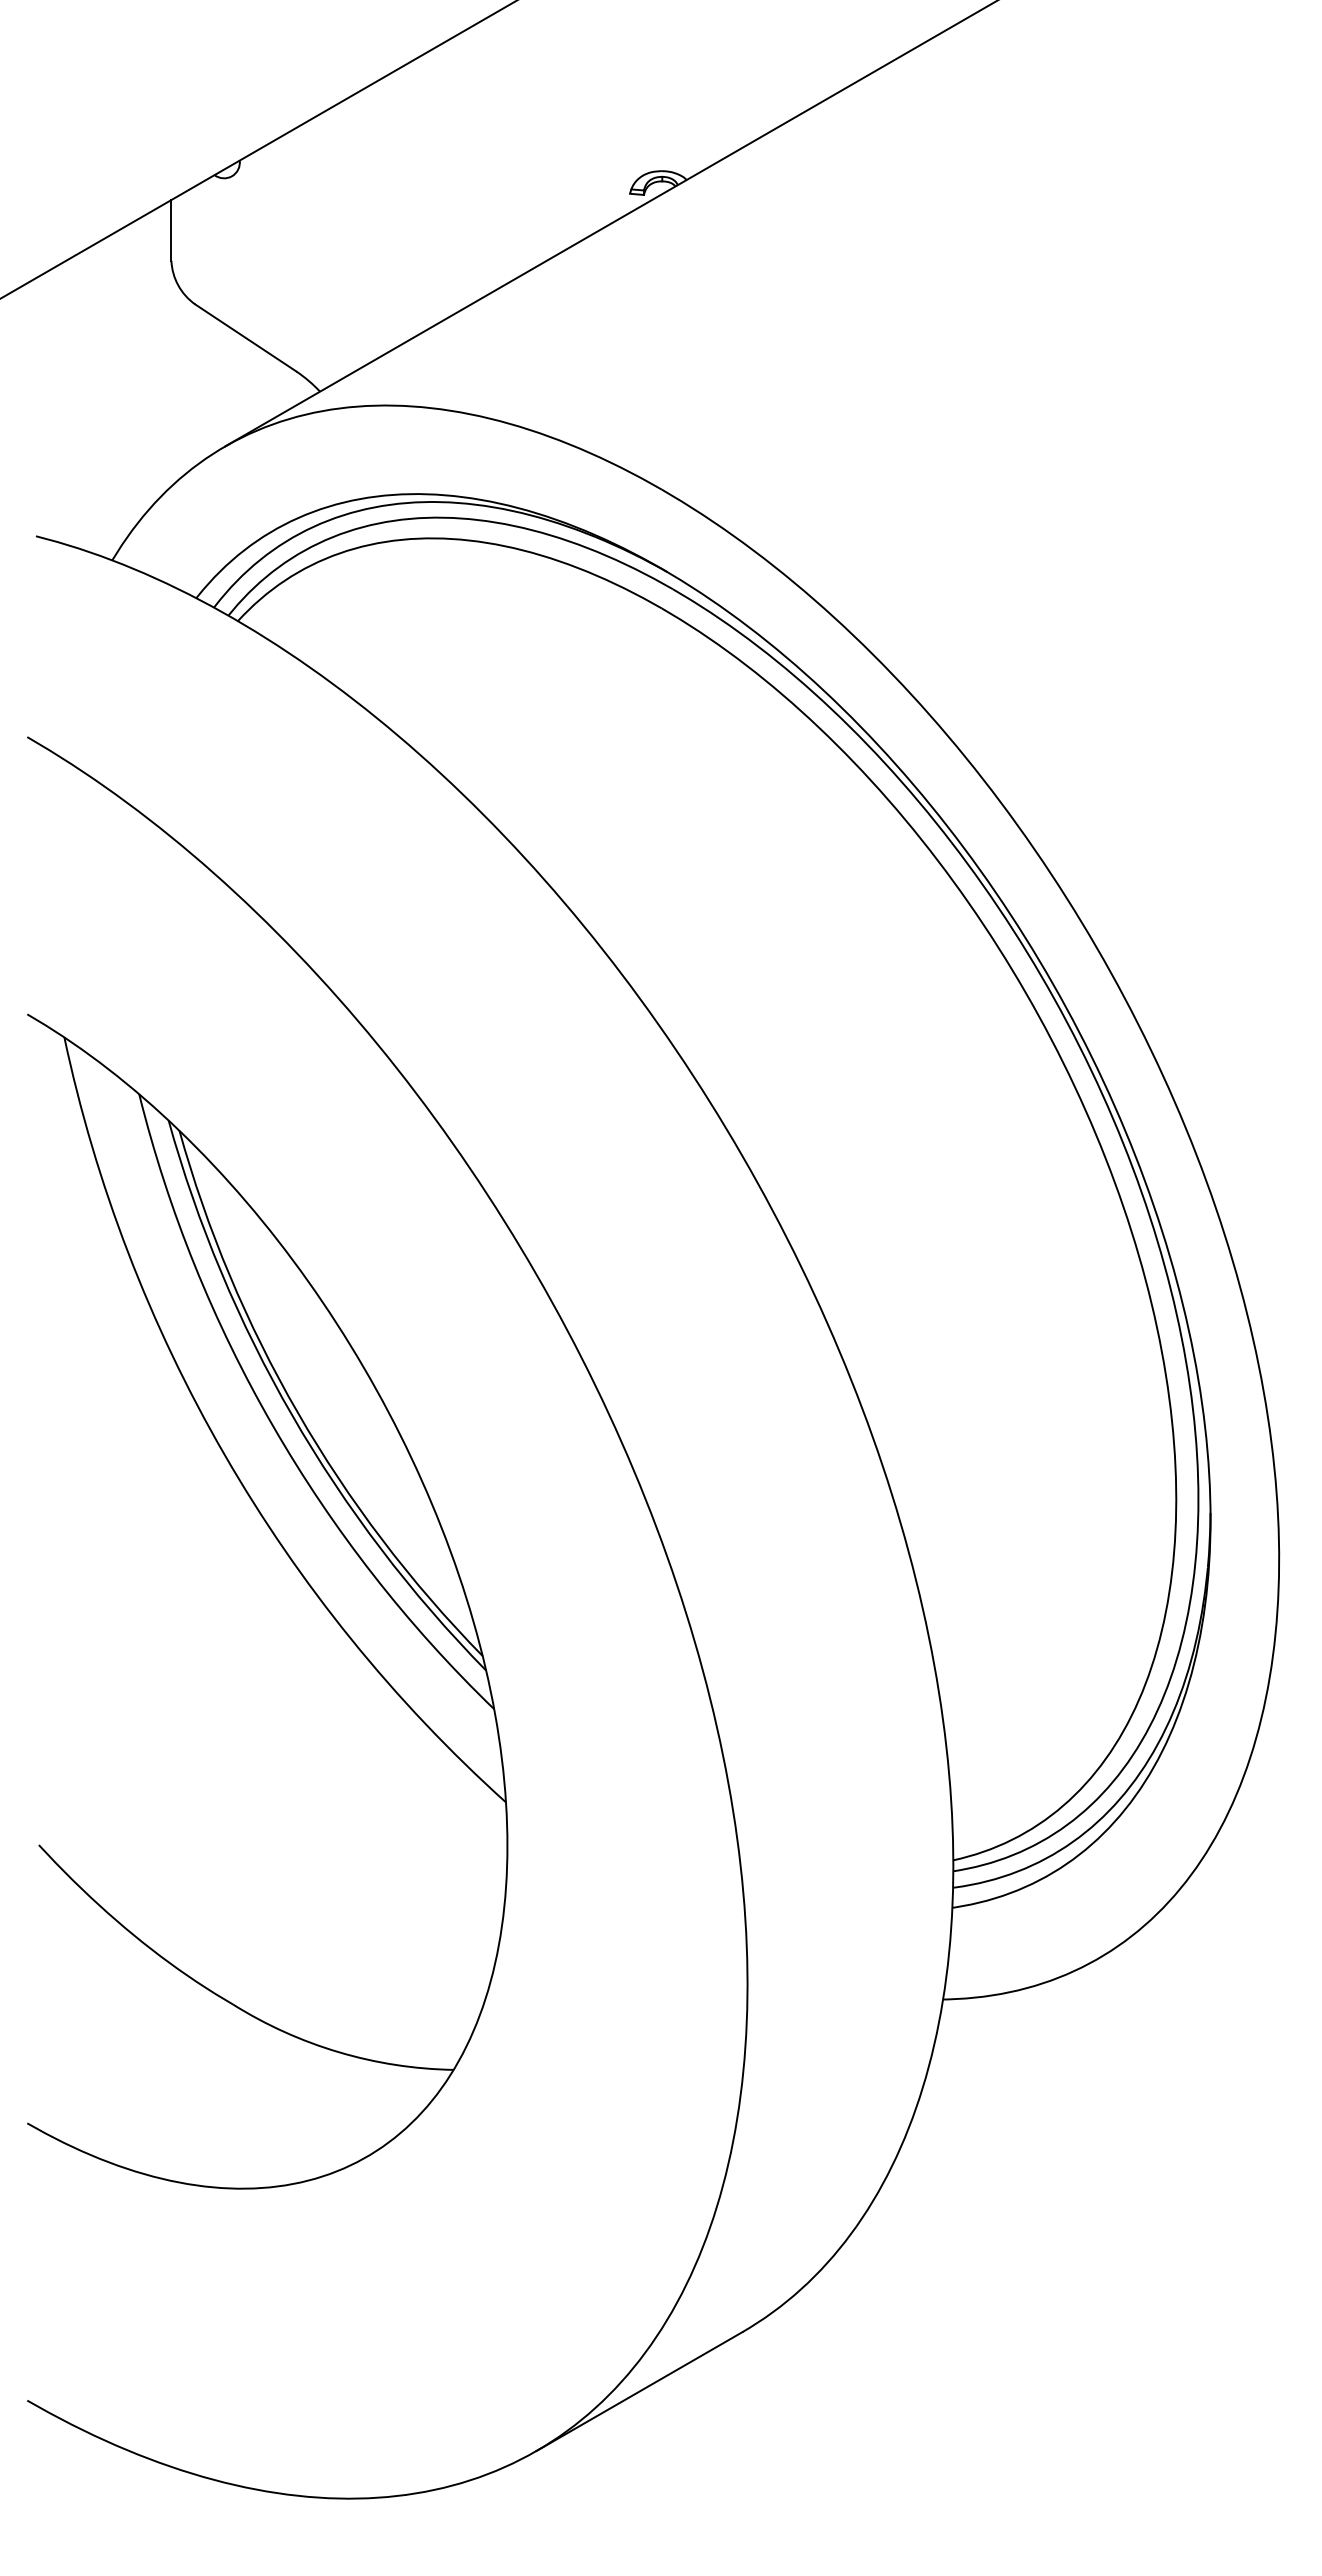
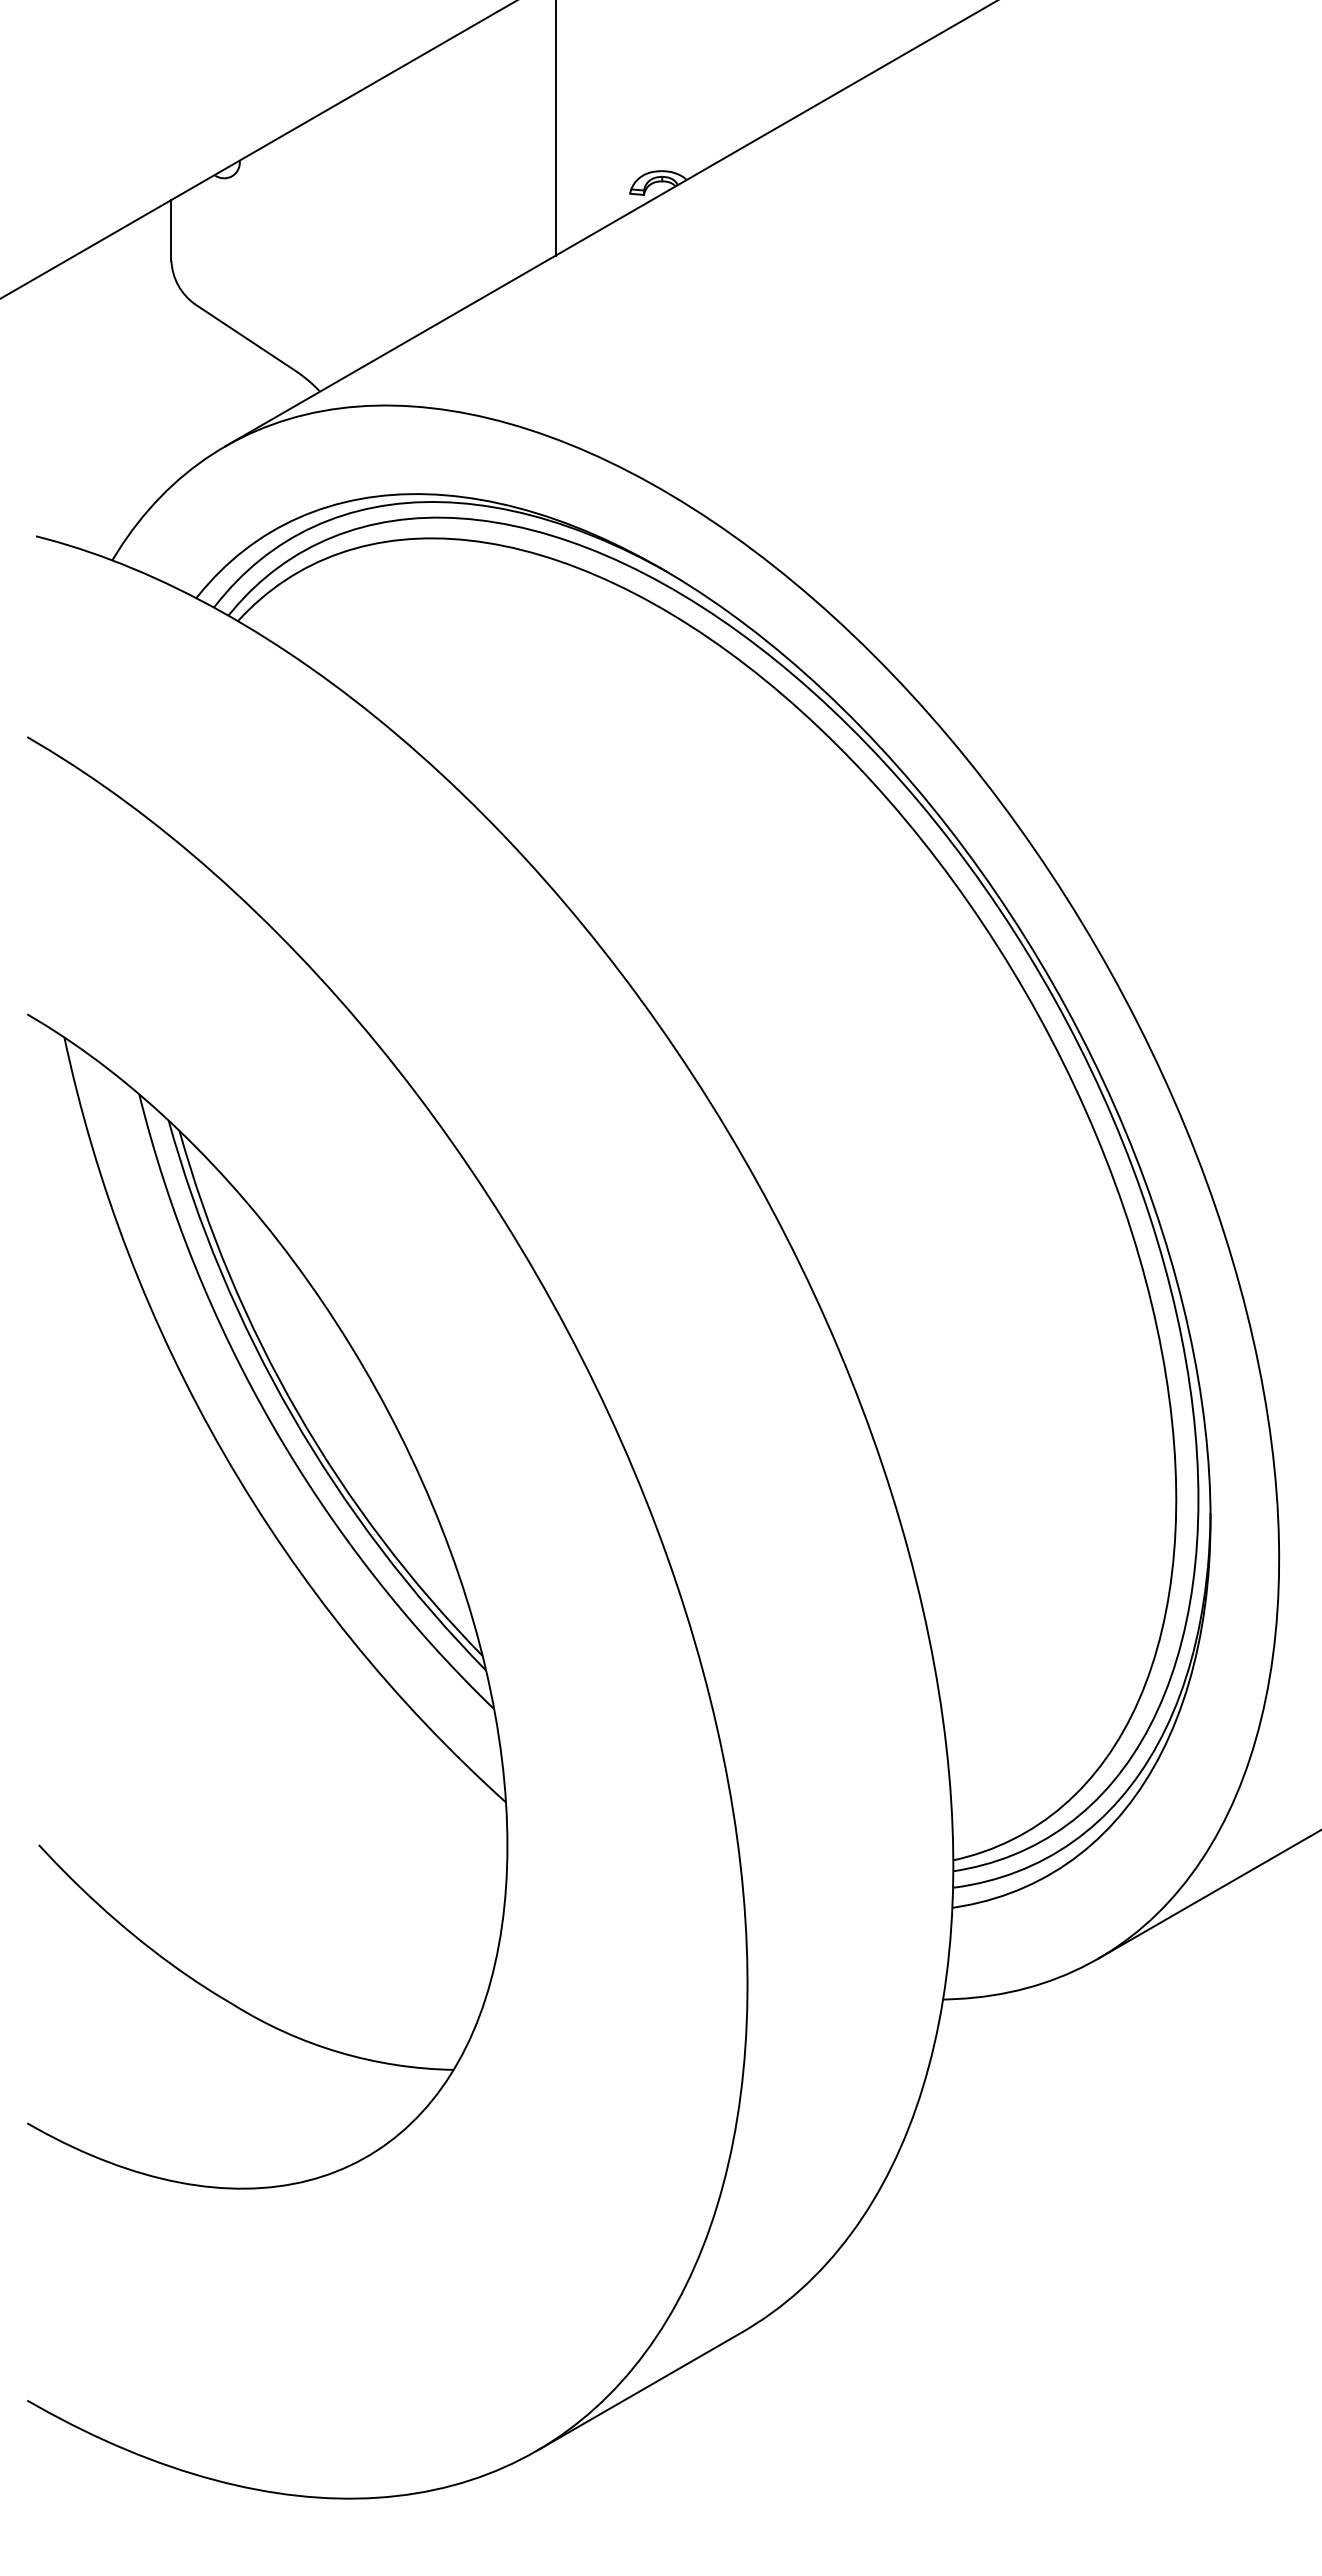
line at (555, 128): none -> present
line at (1208, 1894): none -> present
